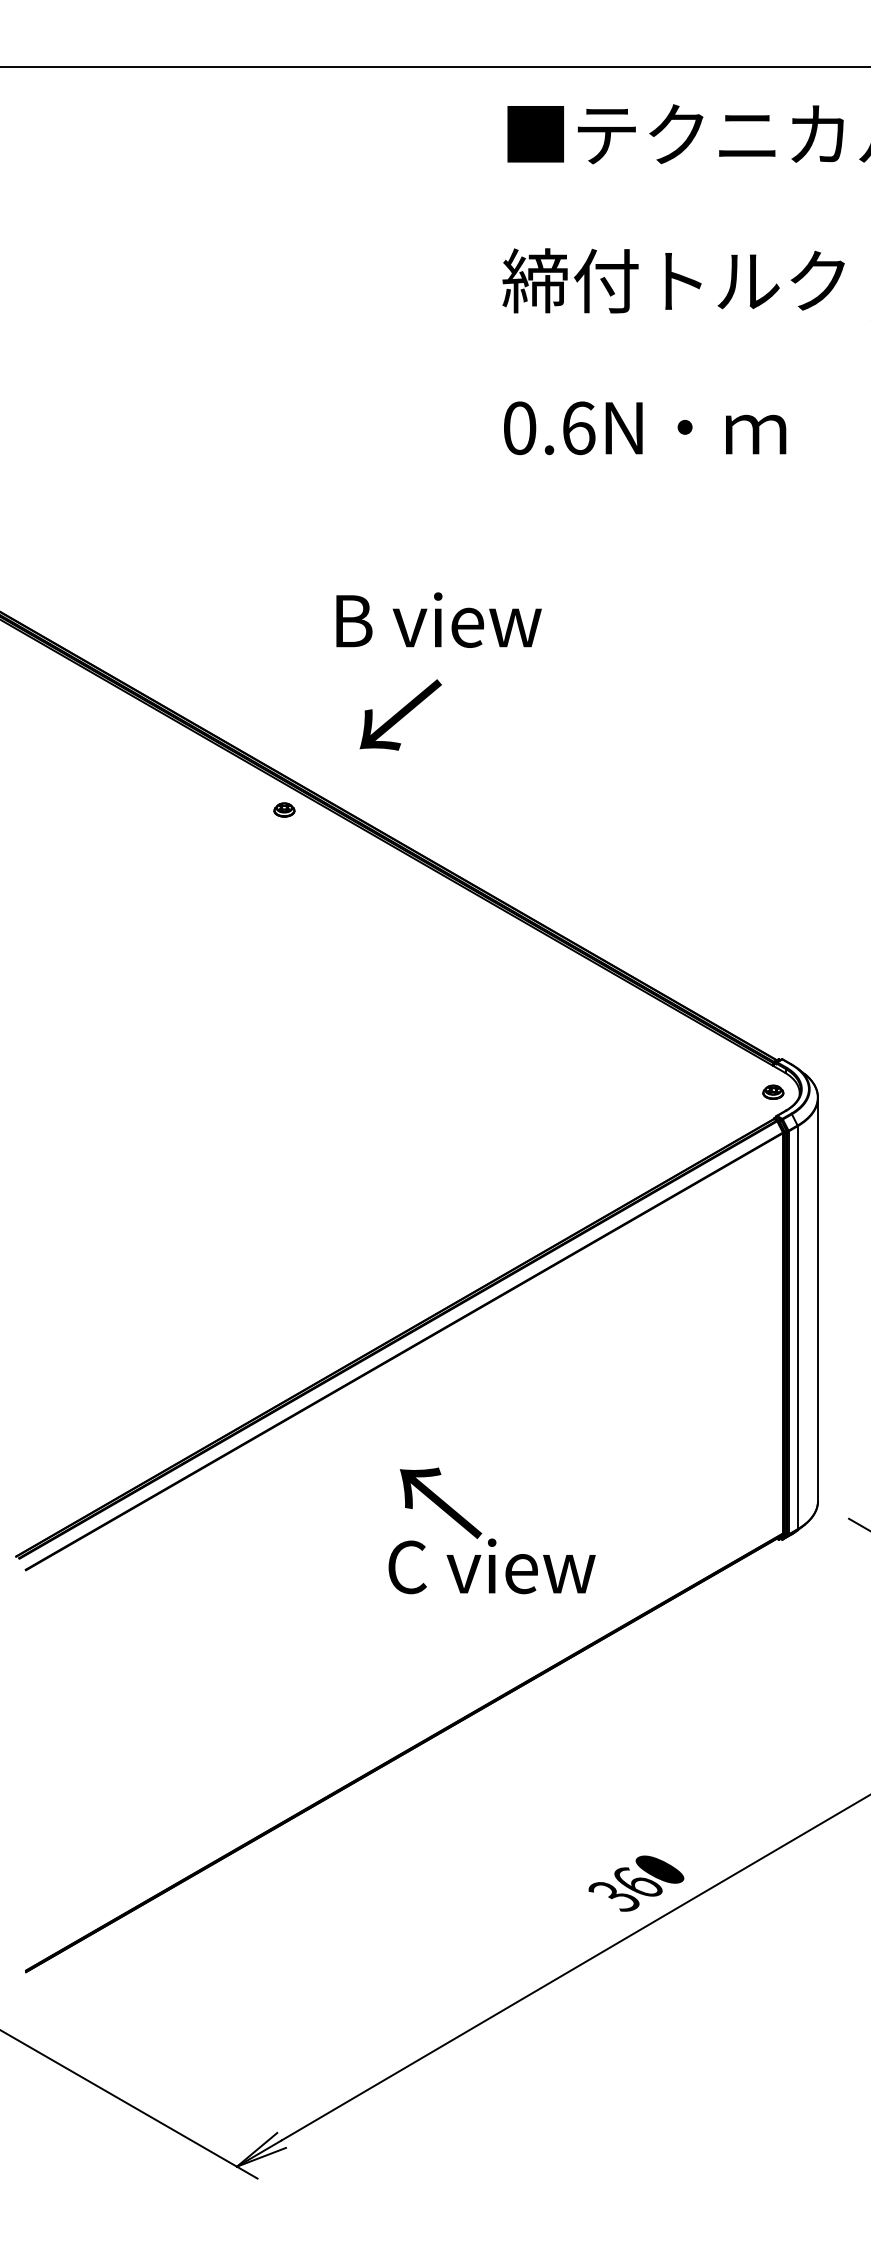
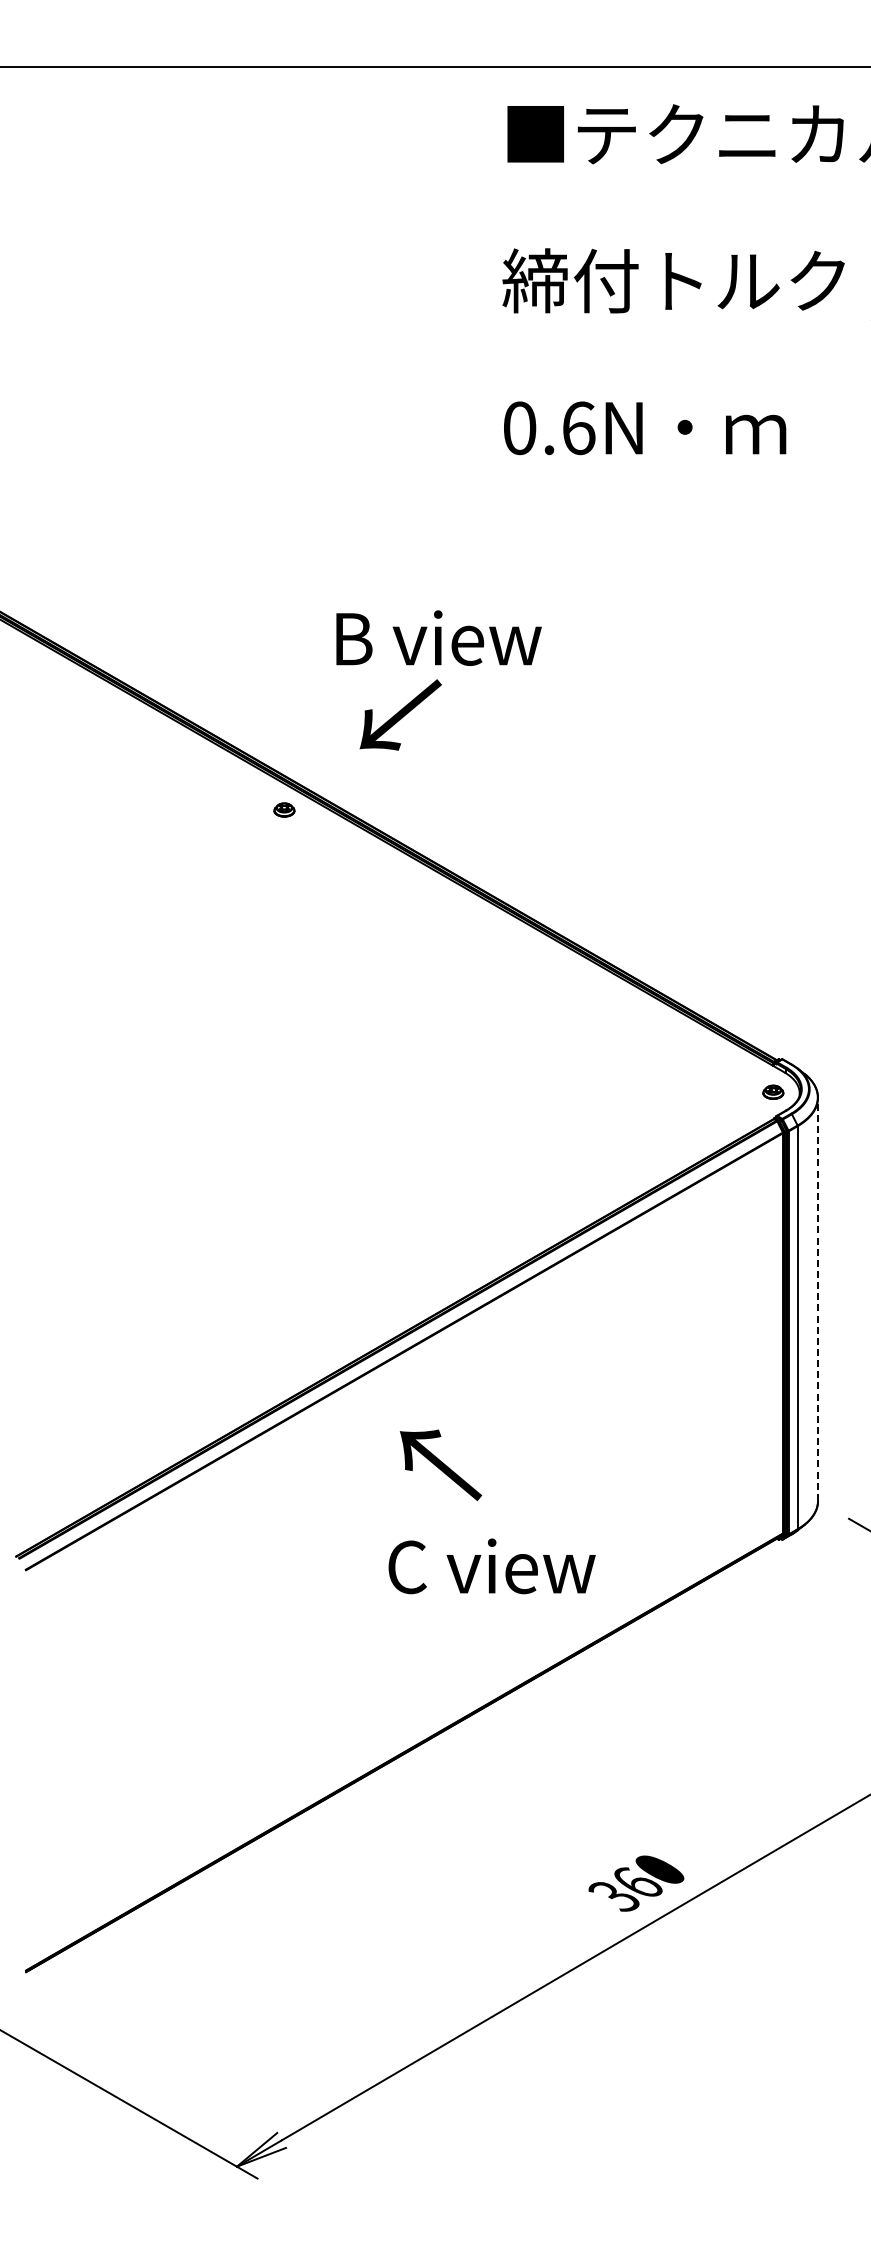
text at (438, 619) position: (438, 619) -> (438, 637)
line at (818, 1299): solid -> dashed
text at (440, 1502) position: (440, 1502) -> (440, 1464)
